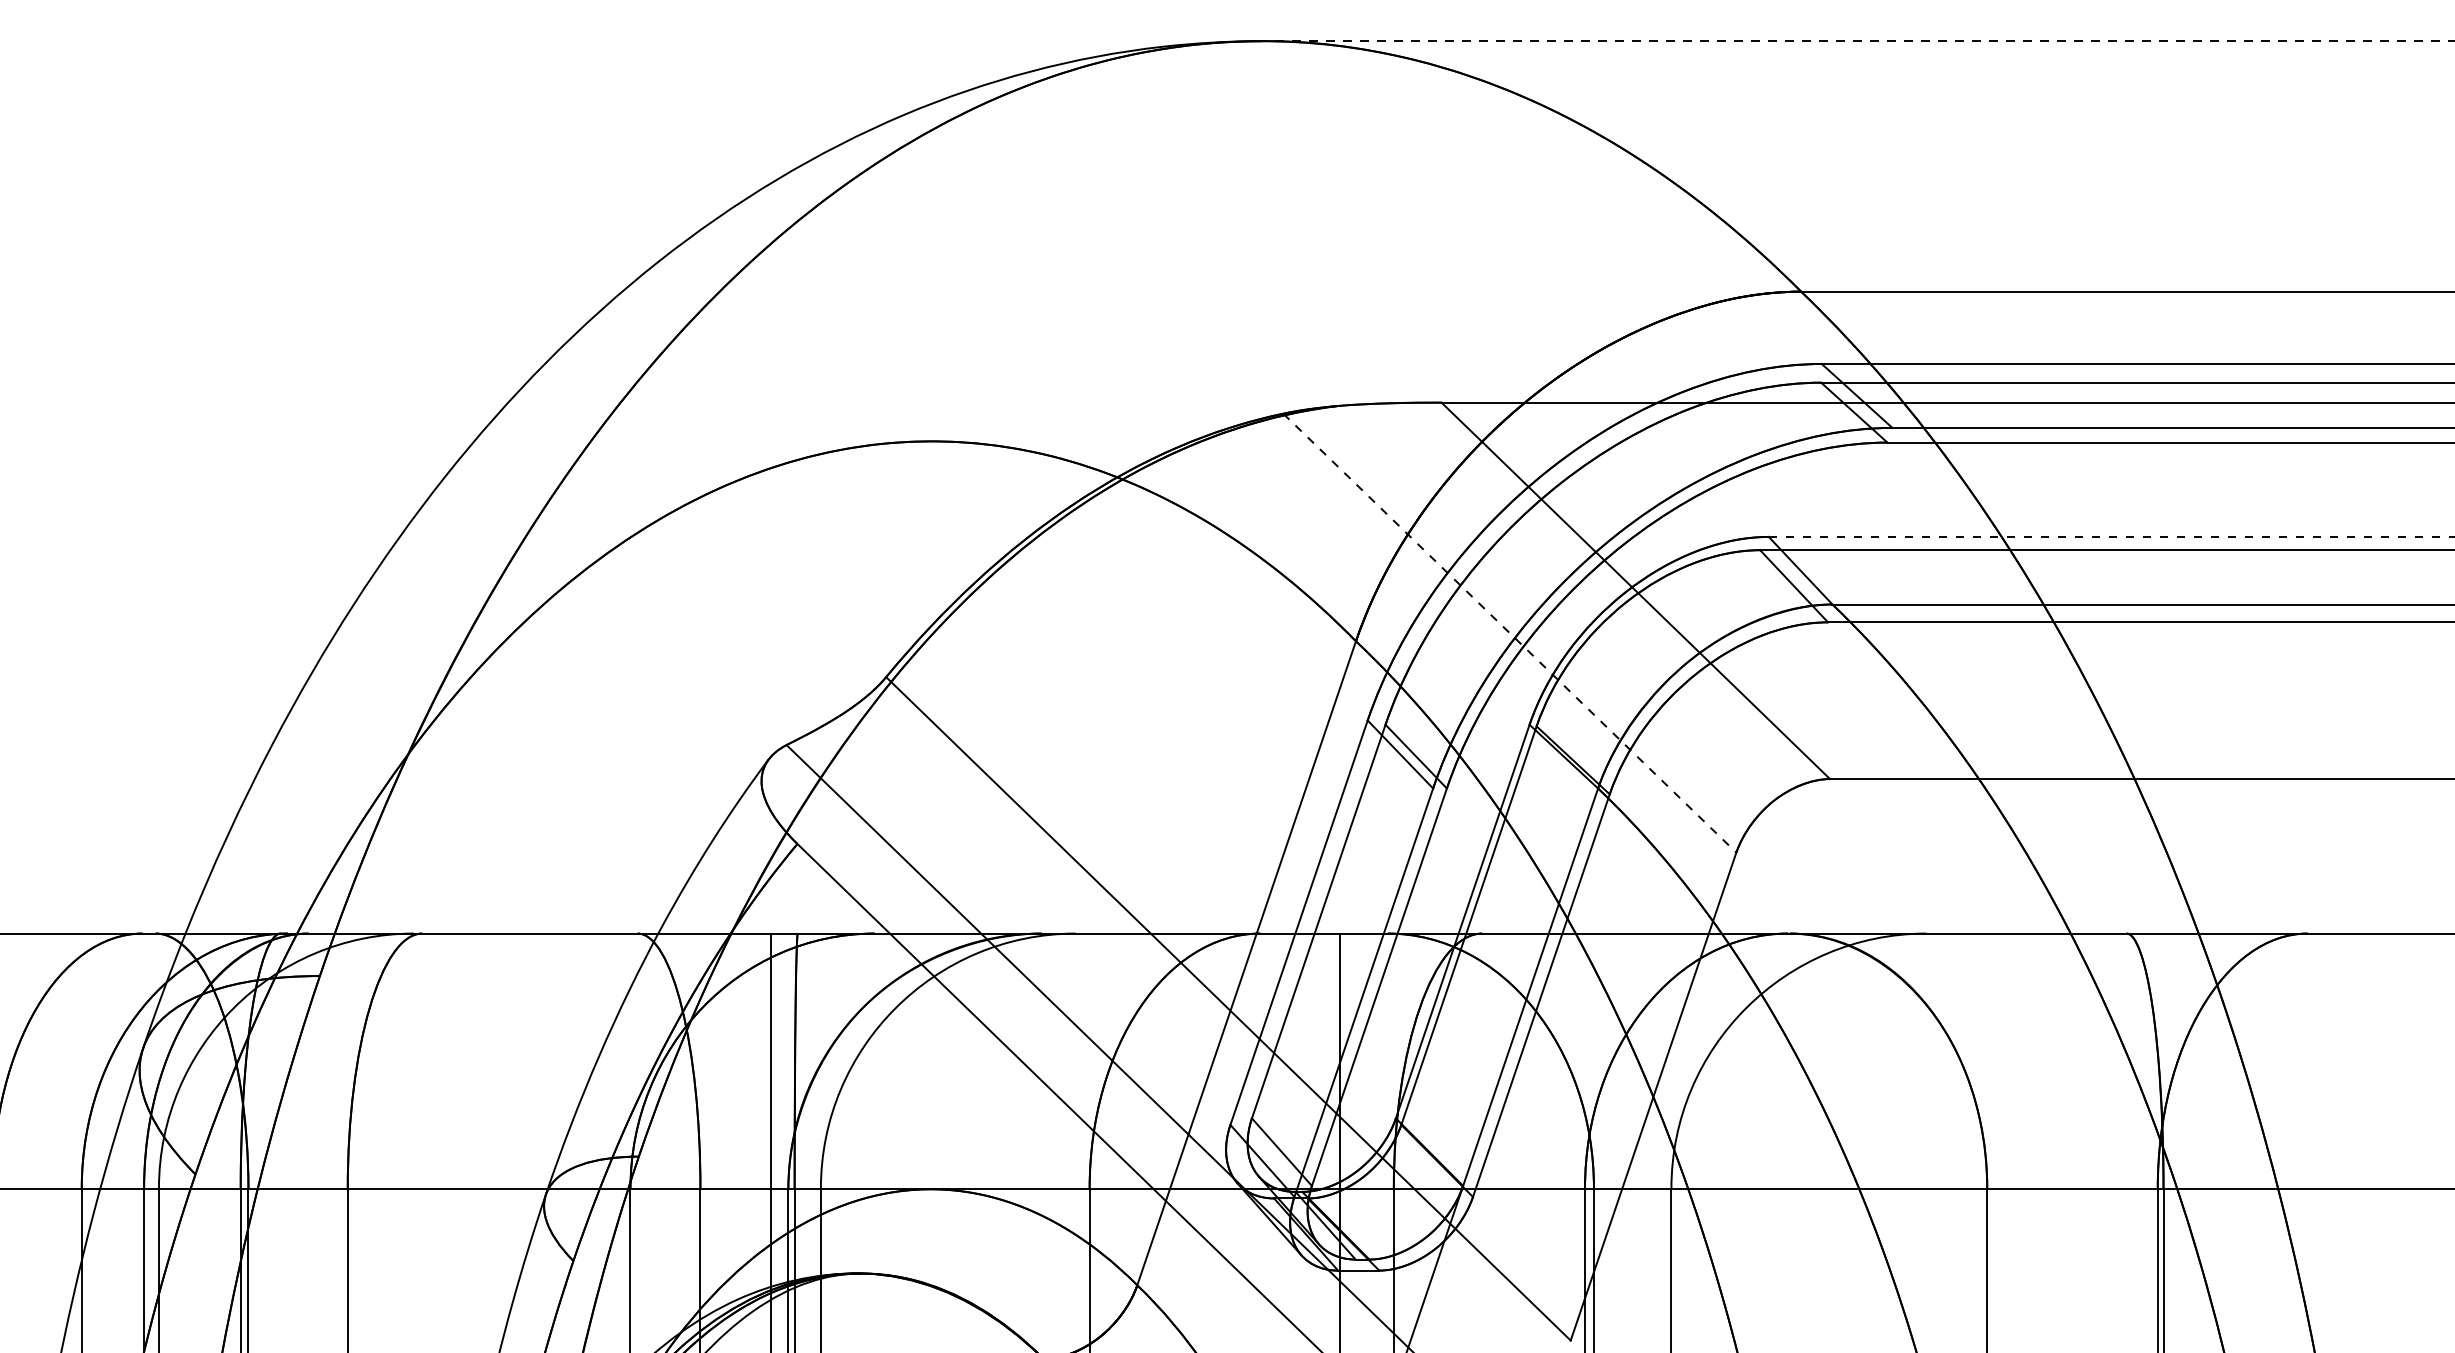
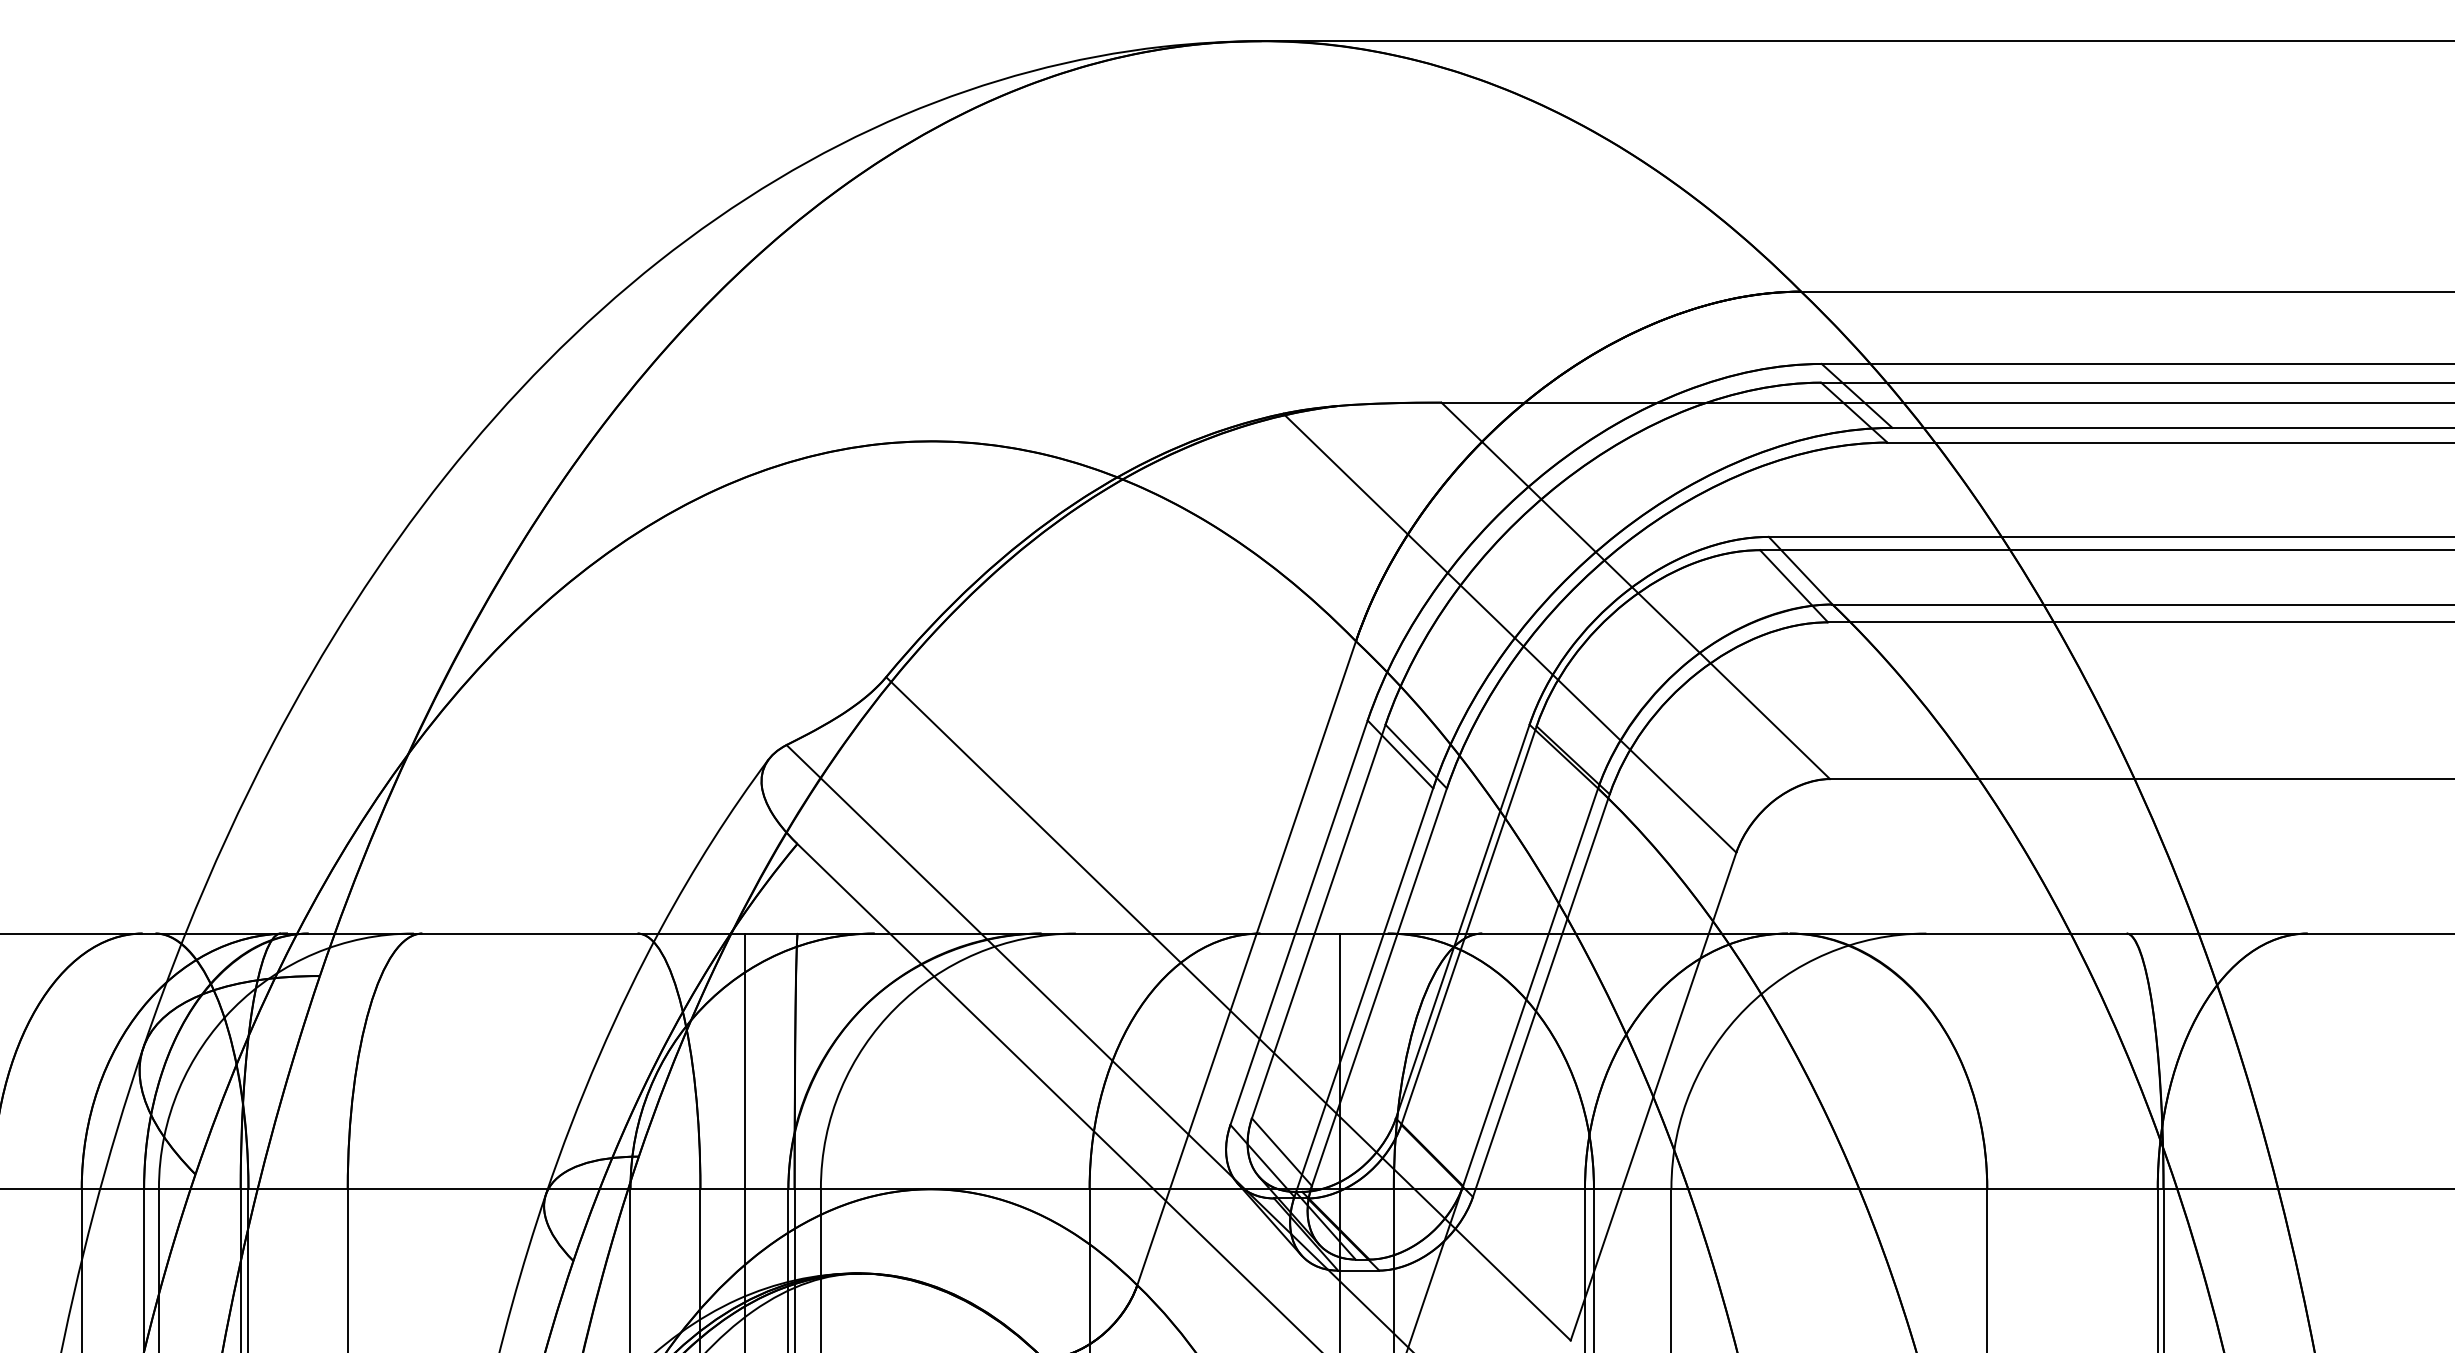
line at (1857, 41): dashed -> solid
line at (2111, 536): dashed -> solid
line at (1510, 633): dashed -> solid
line at (771, 1141) position: (771, 1141) -> (745, 1141)
